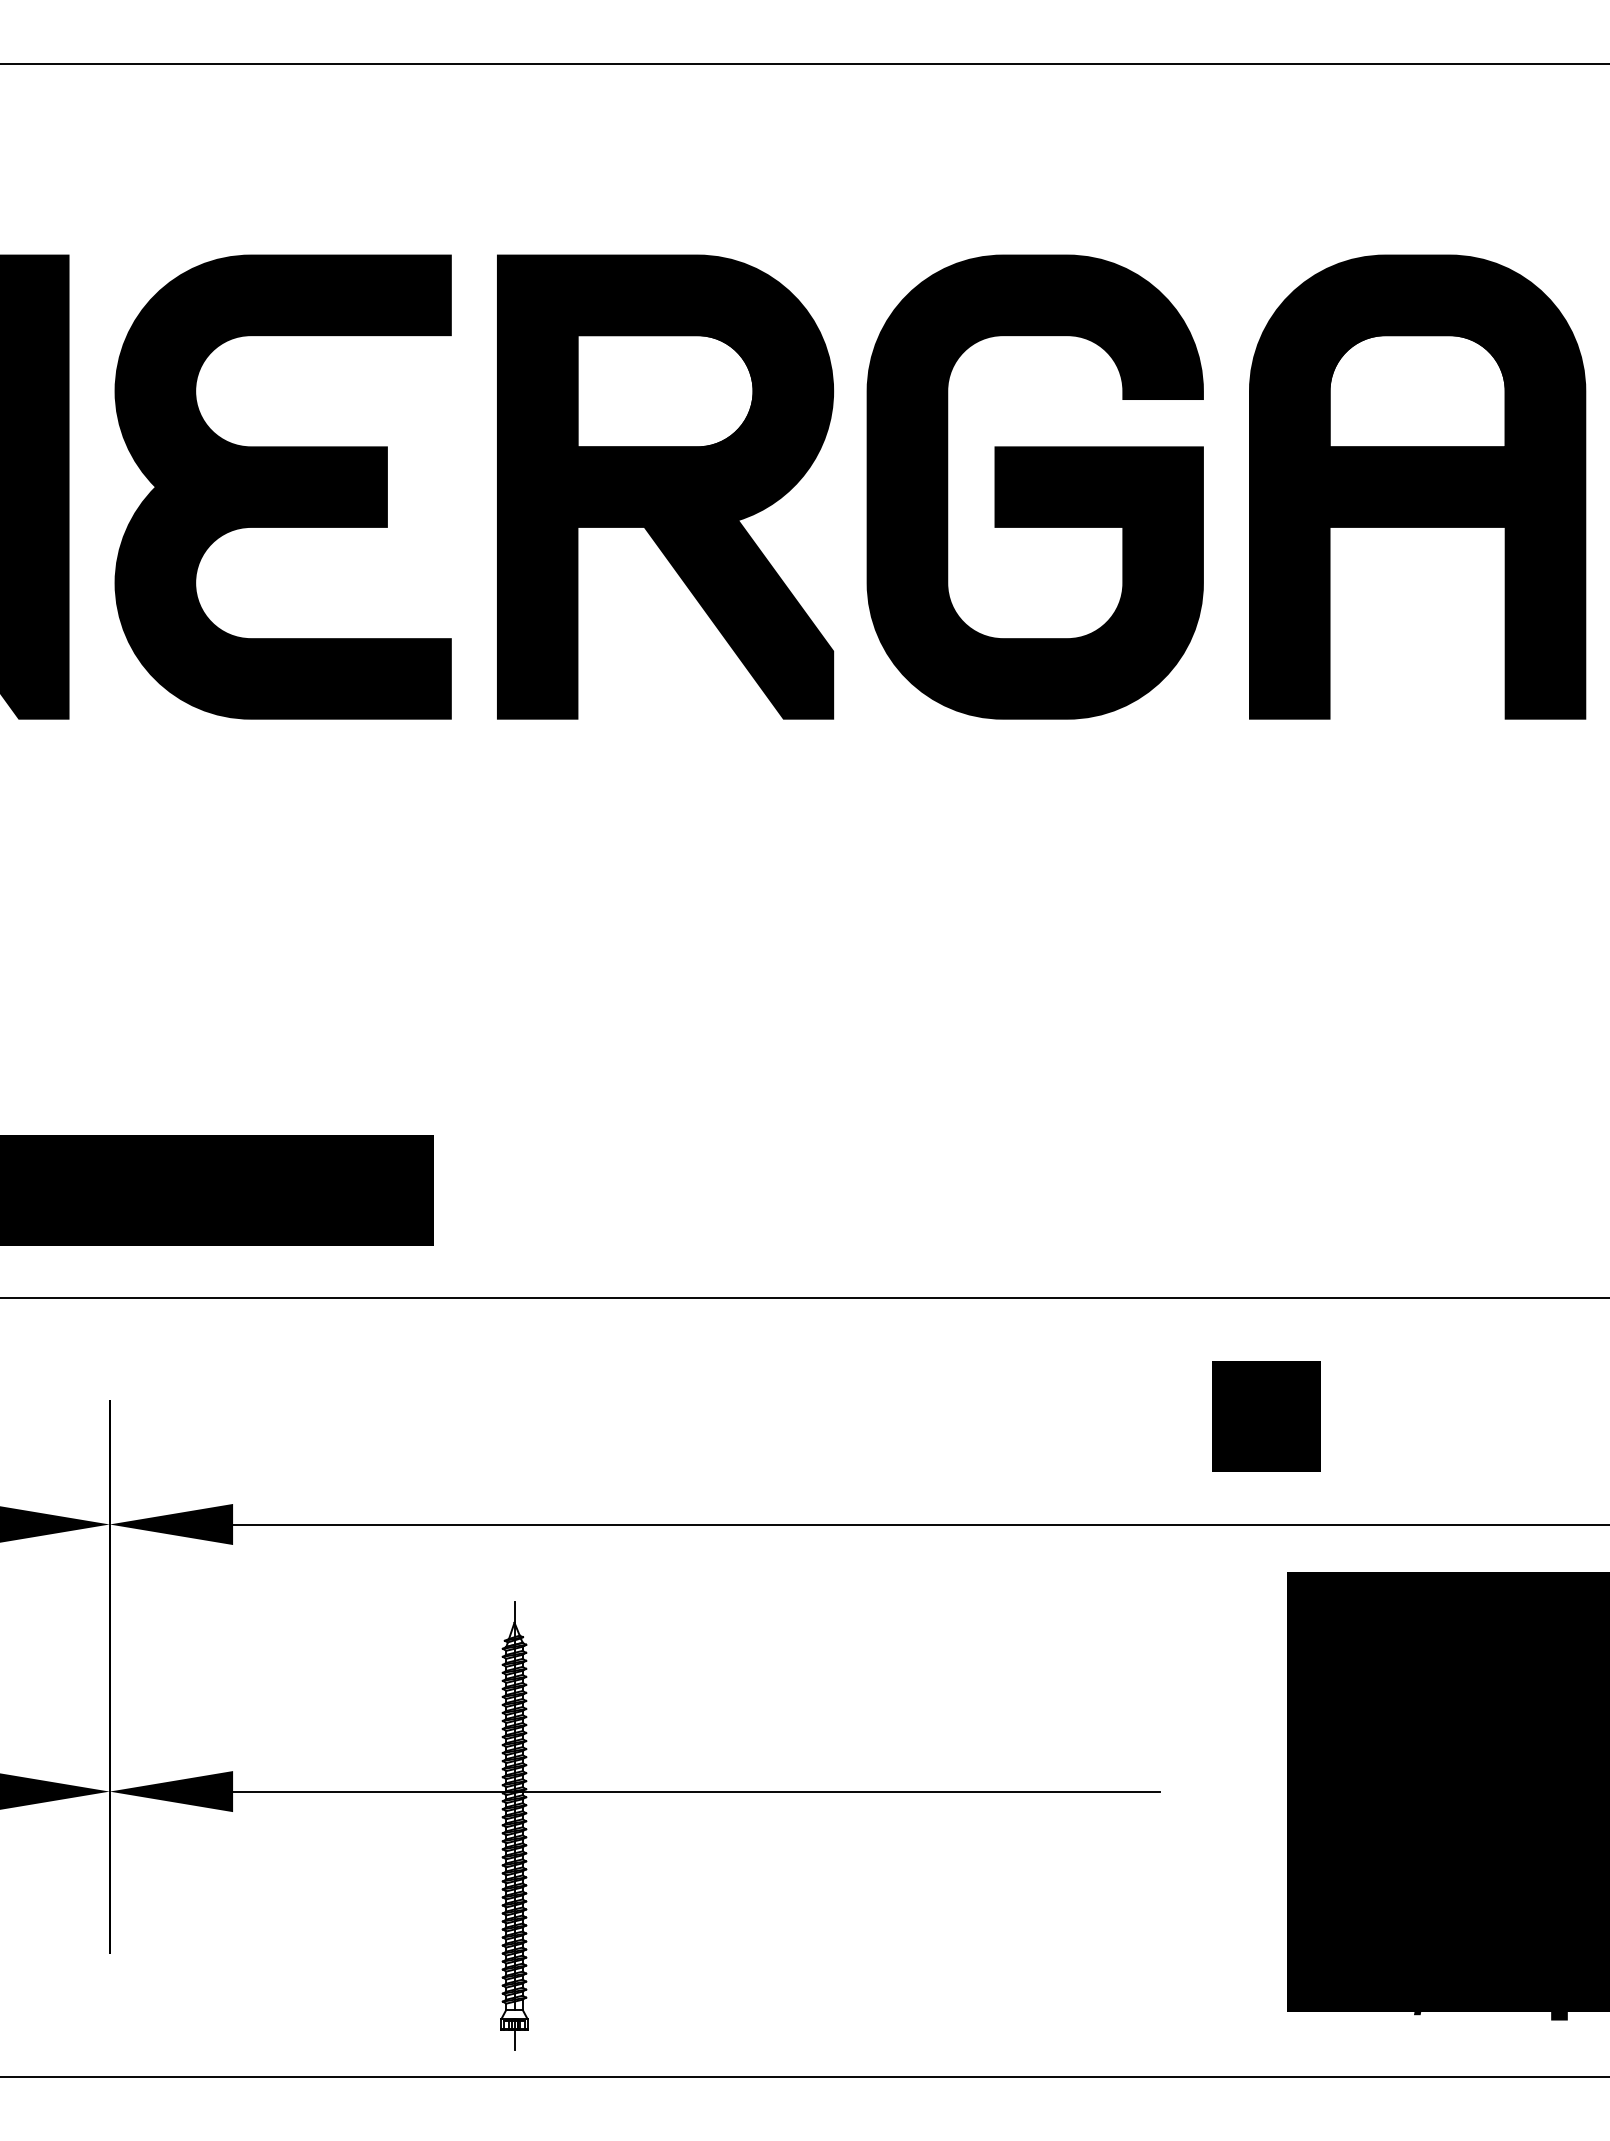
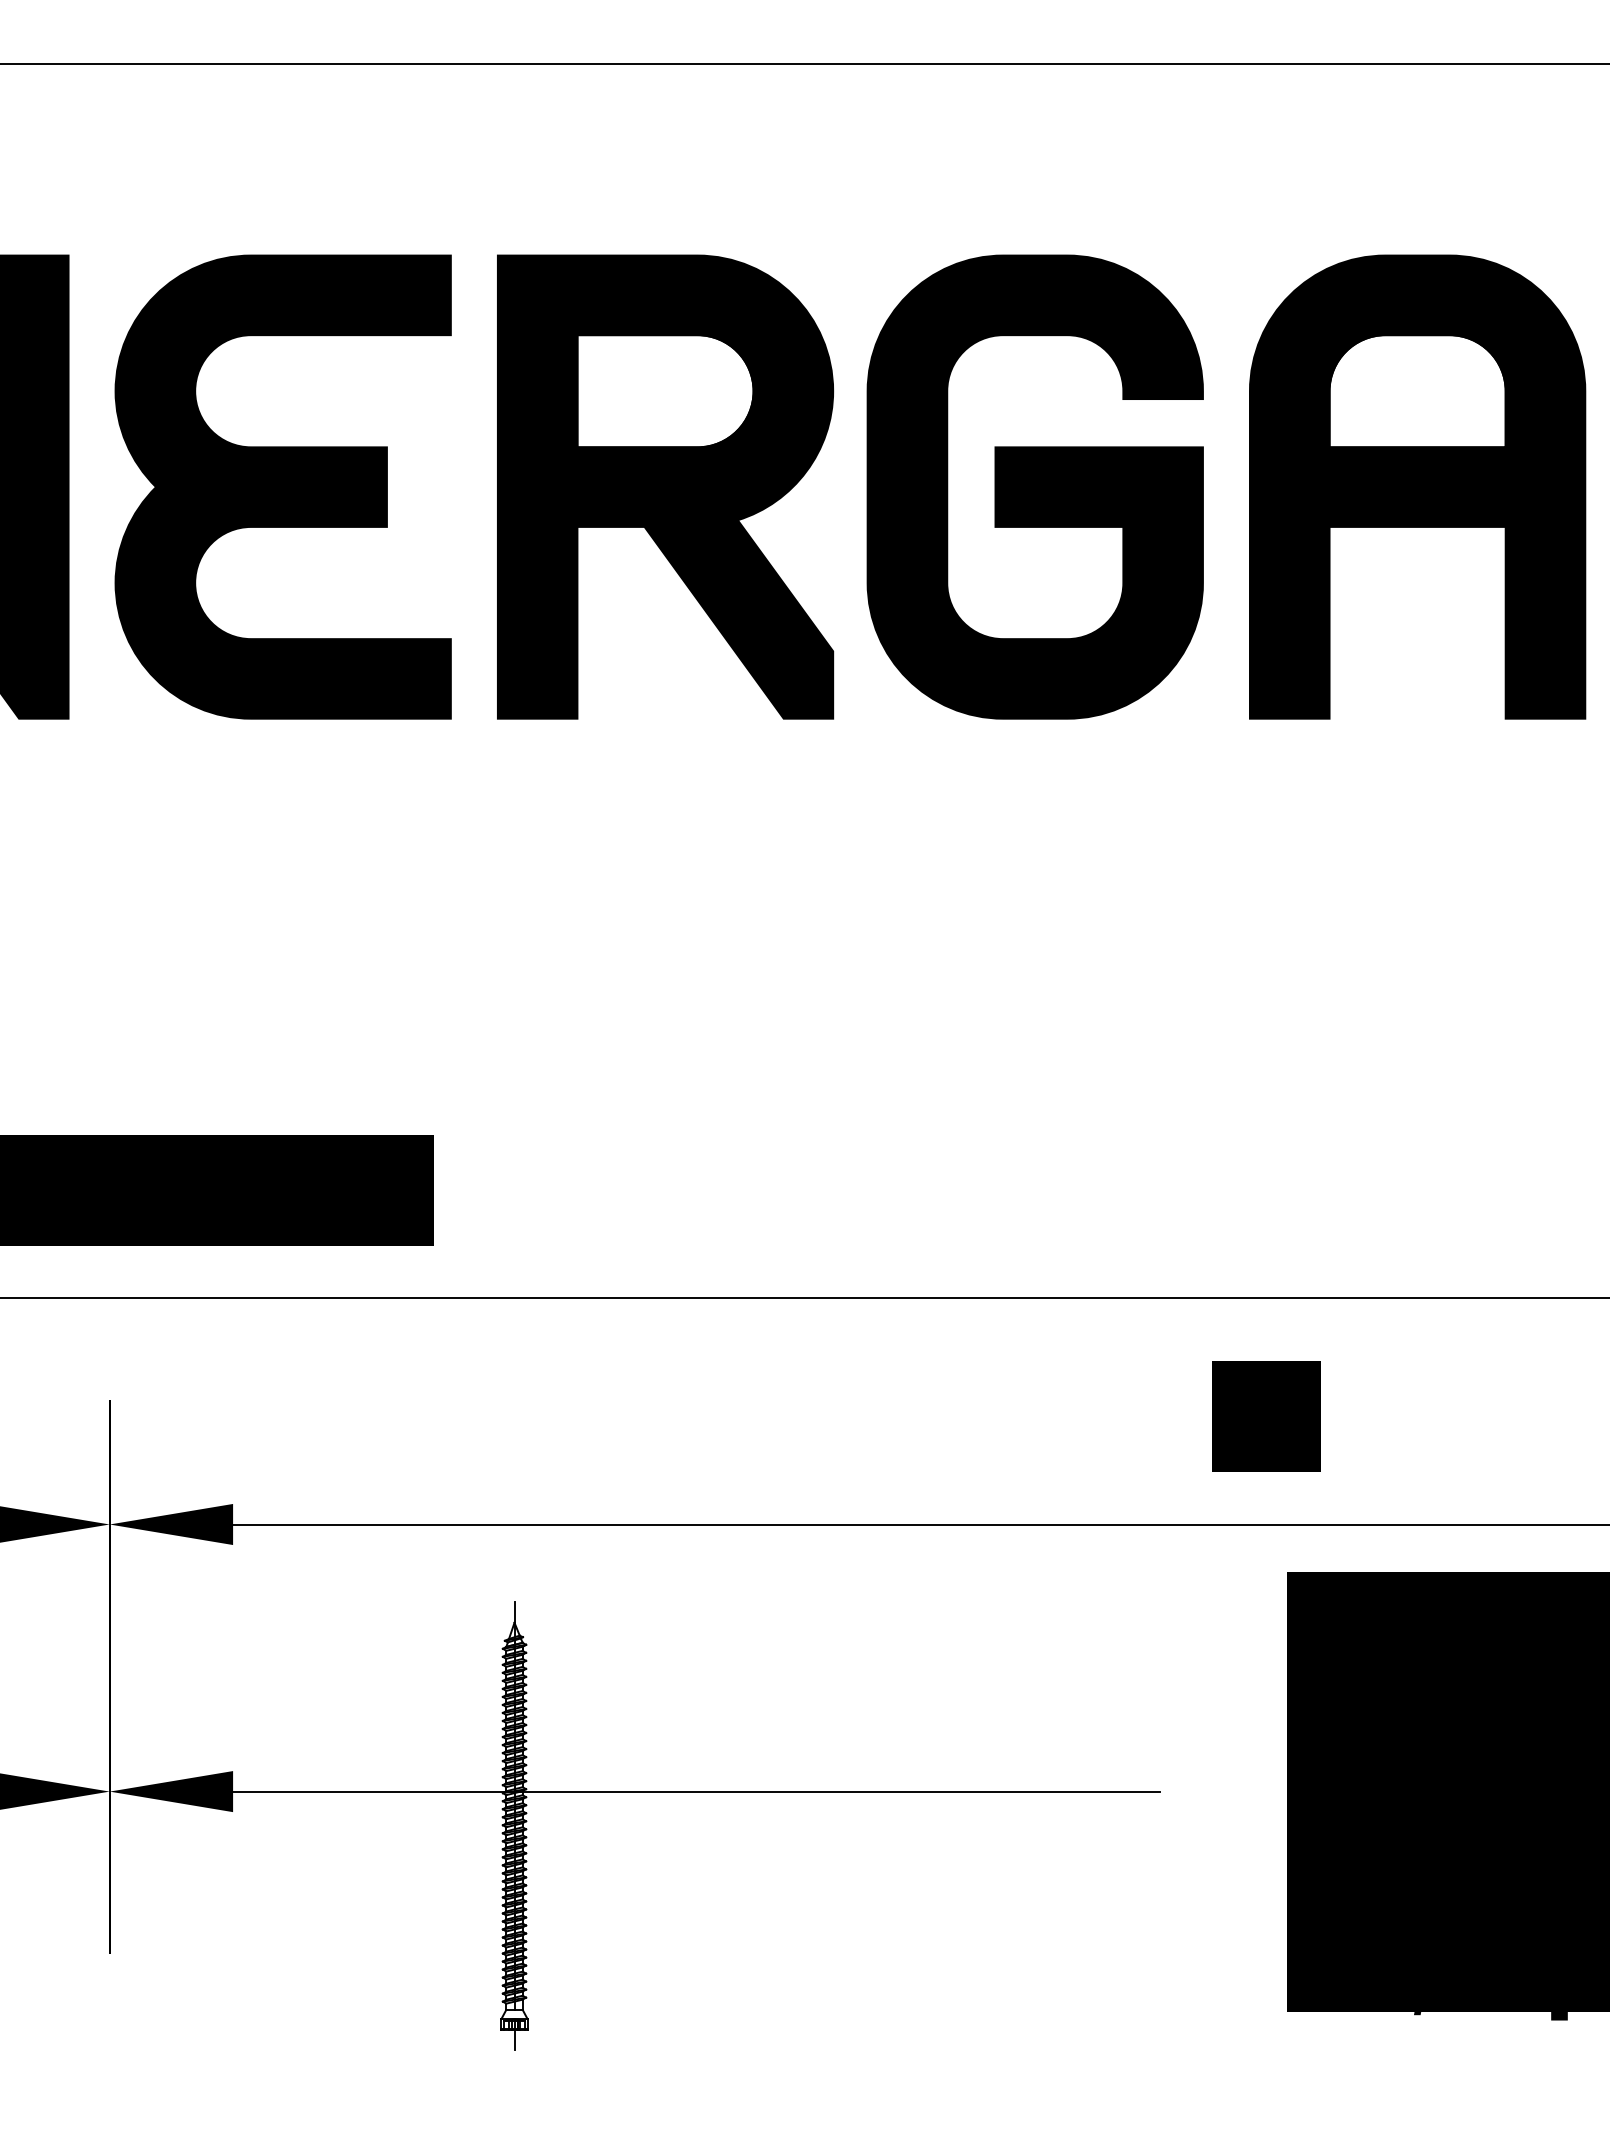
line at (804, 2076): present -> none
